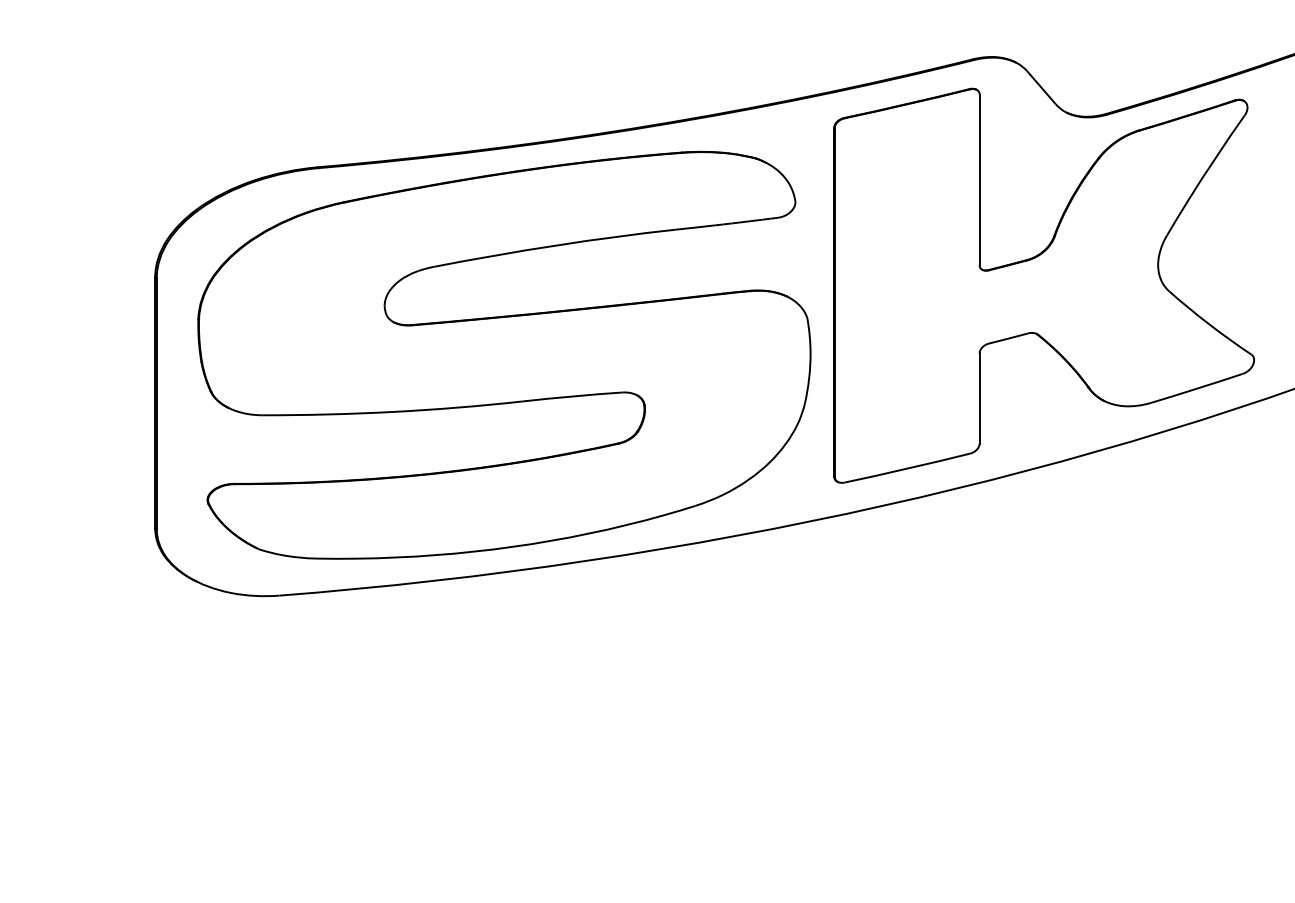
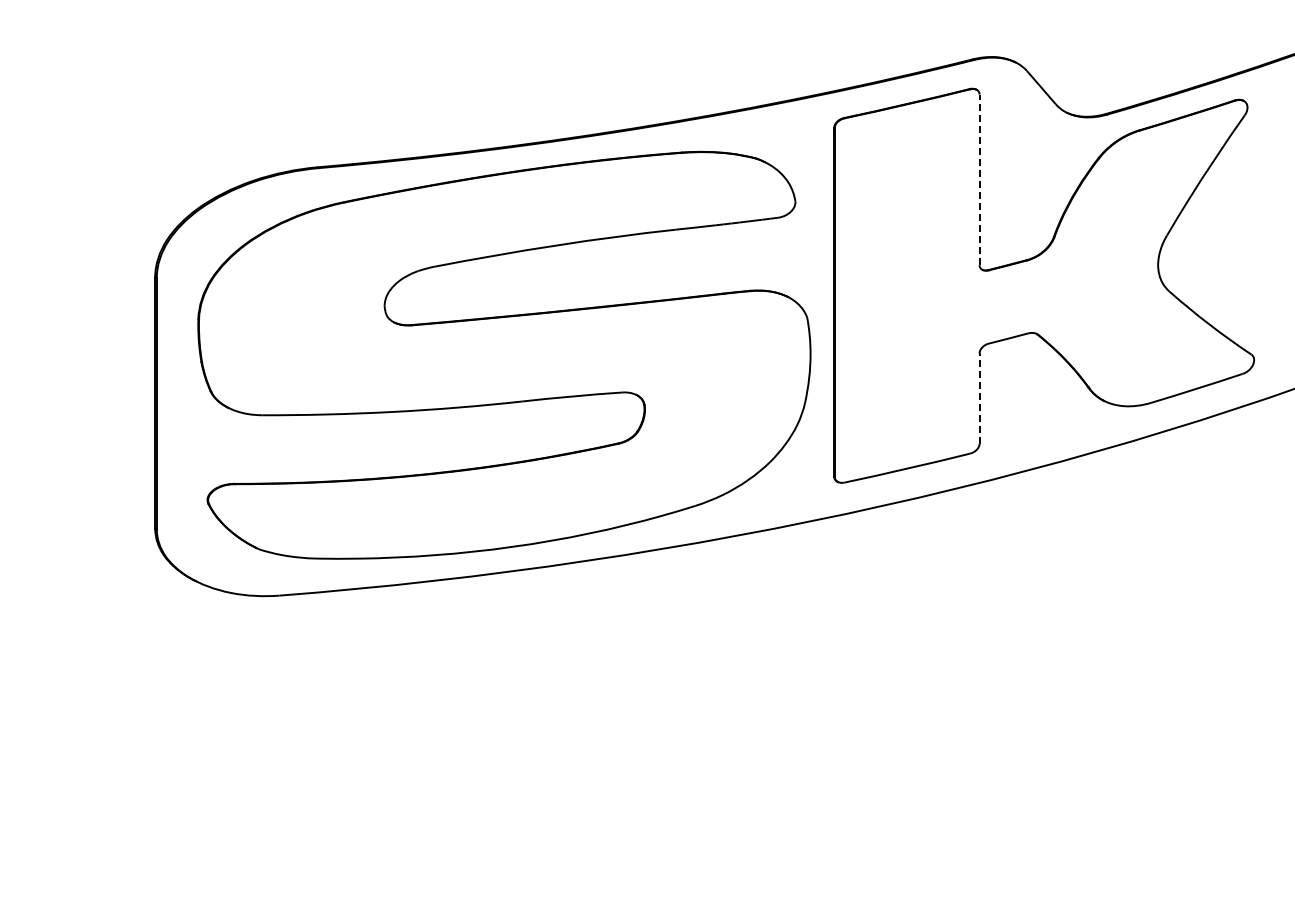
line at (979, 179): solid -> dashed
line at (979, 398): solid -> dashed
